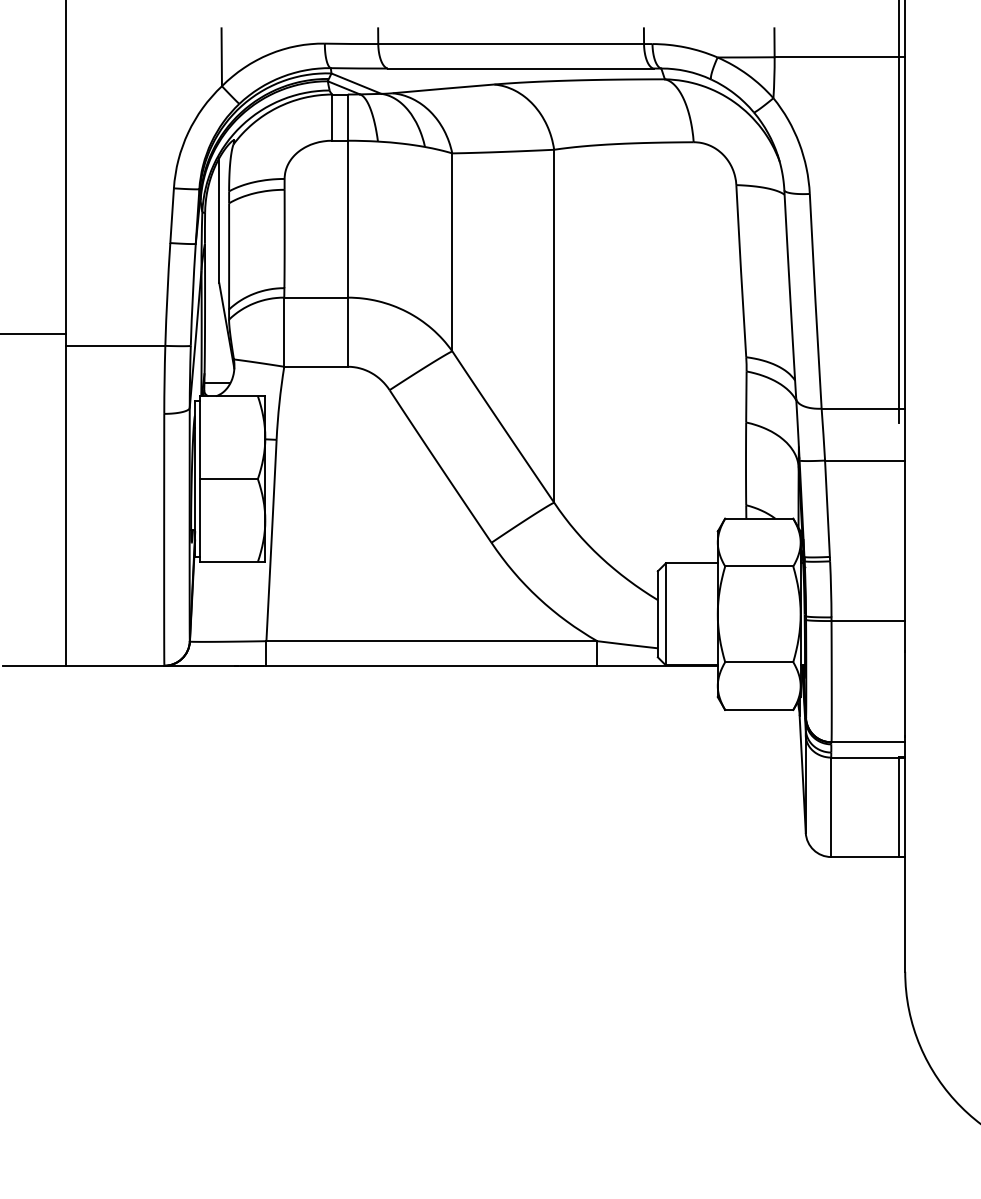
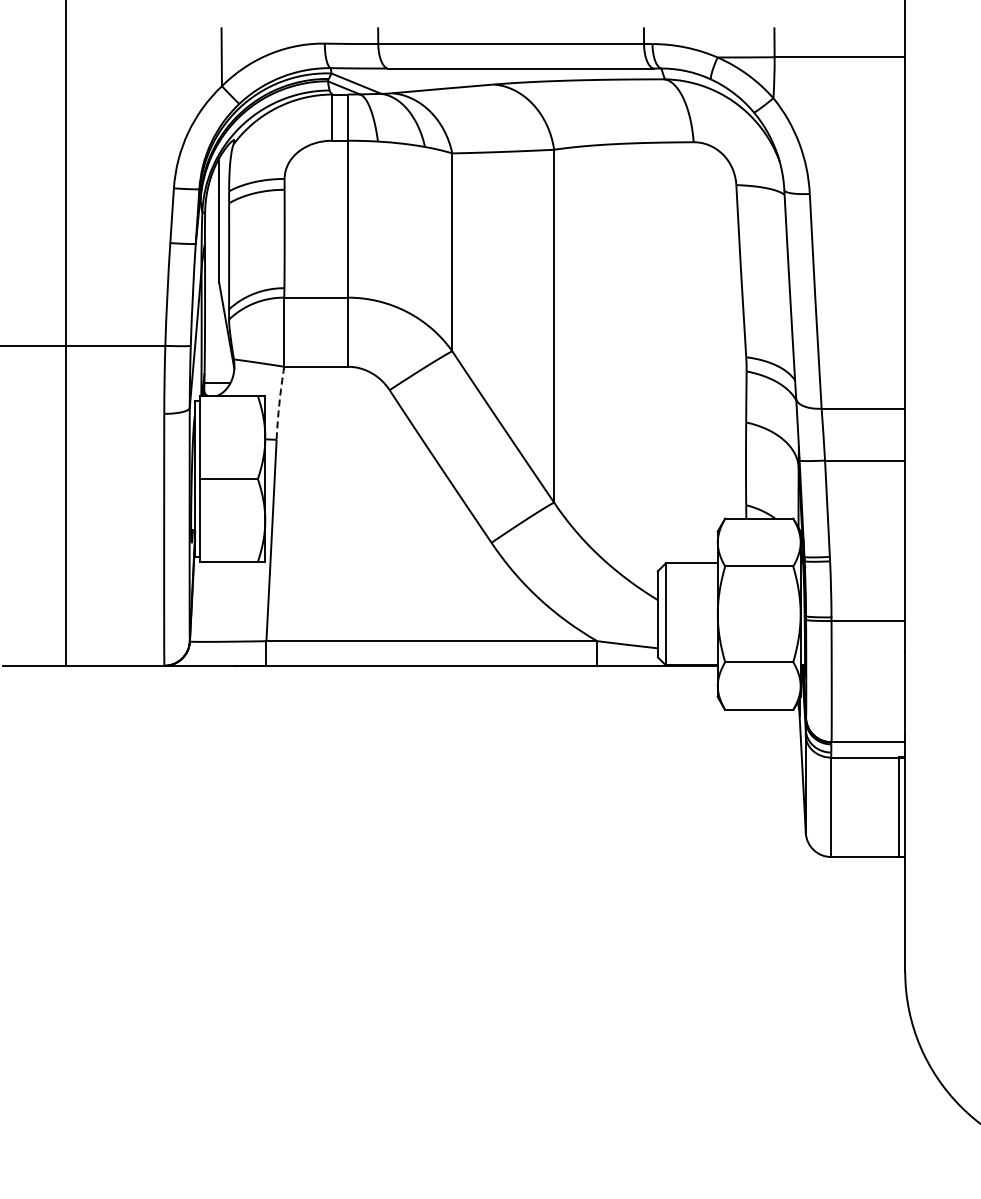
line at (898, 212): present -> none
line at (34, 334) position: (34, 334) -> (34, 346)
arc at (279, 403): solid -> dashed
